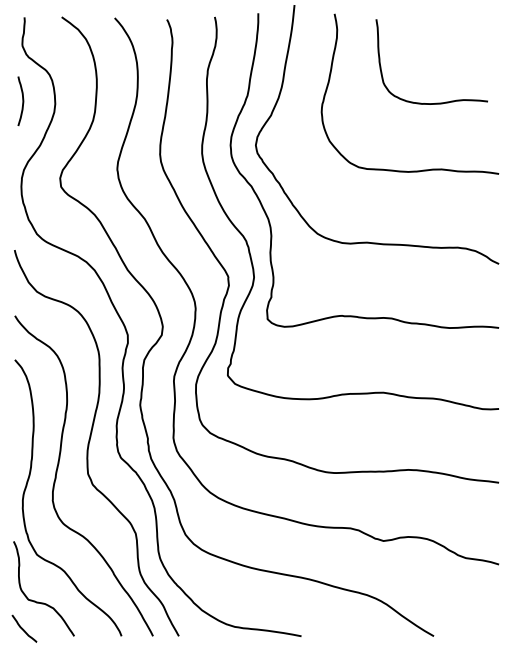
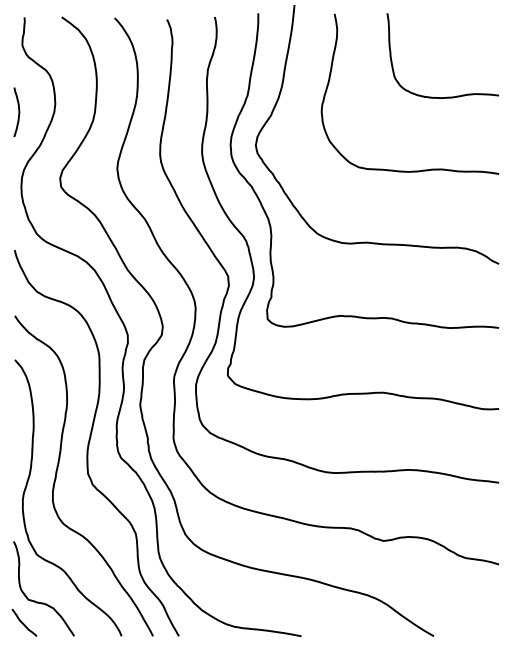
curve at (22, 100) position: (22, 100) -> (18, 111)
curve at (436, 102) position: (436, 102) -> (447, 96)
curve at (23, 628) position: (23, 628) -> (23, 622)
